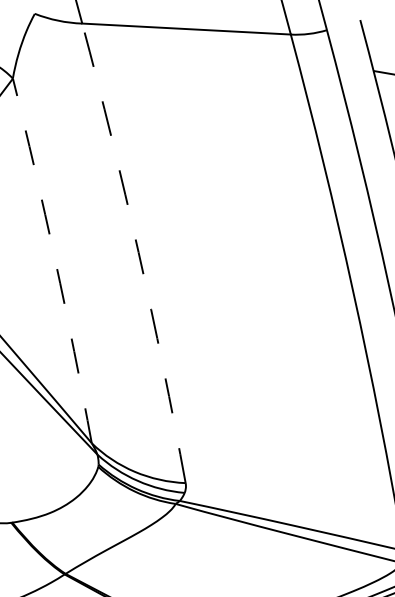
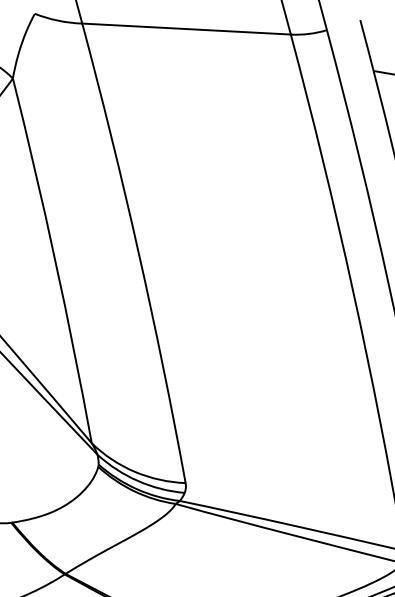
arc at (138, 252): dashed -> solid
arc at (55, 260): dashed -> solid
